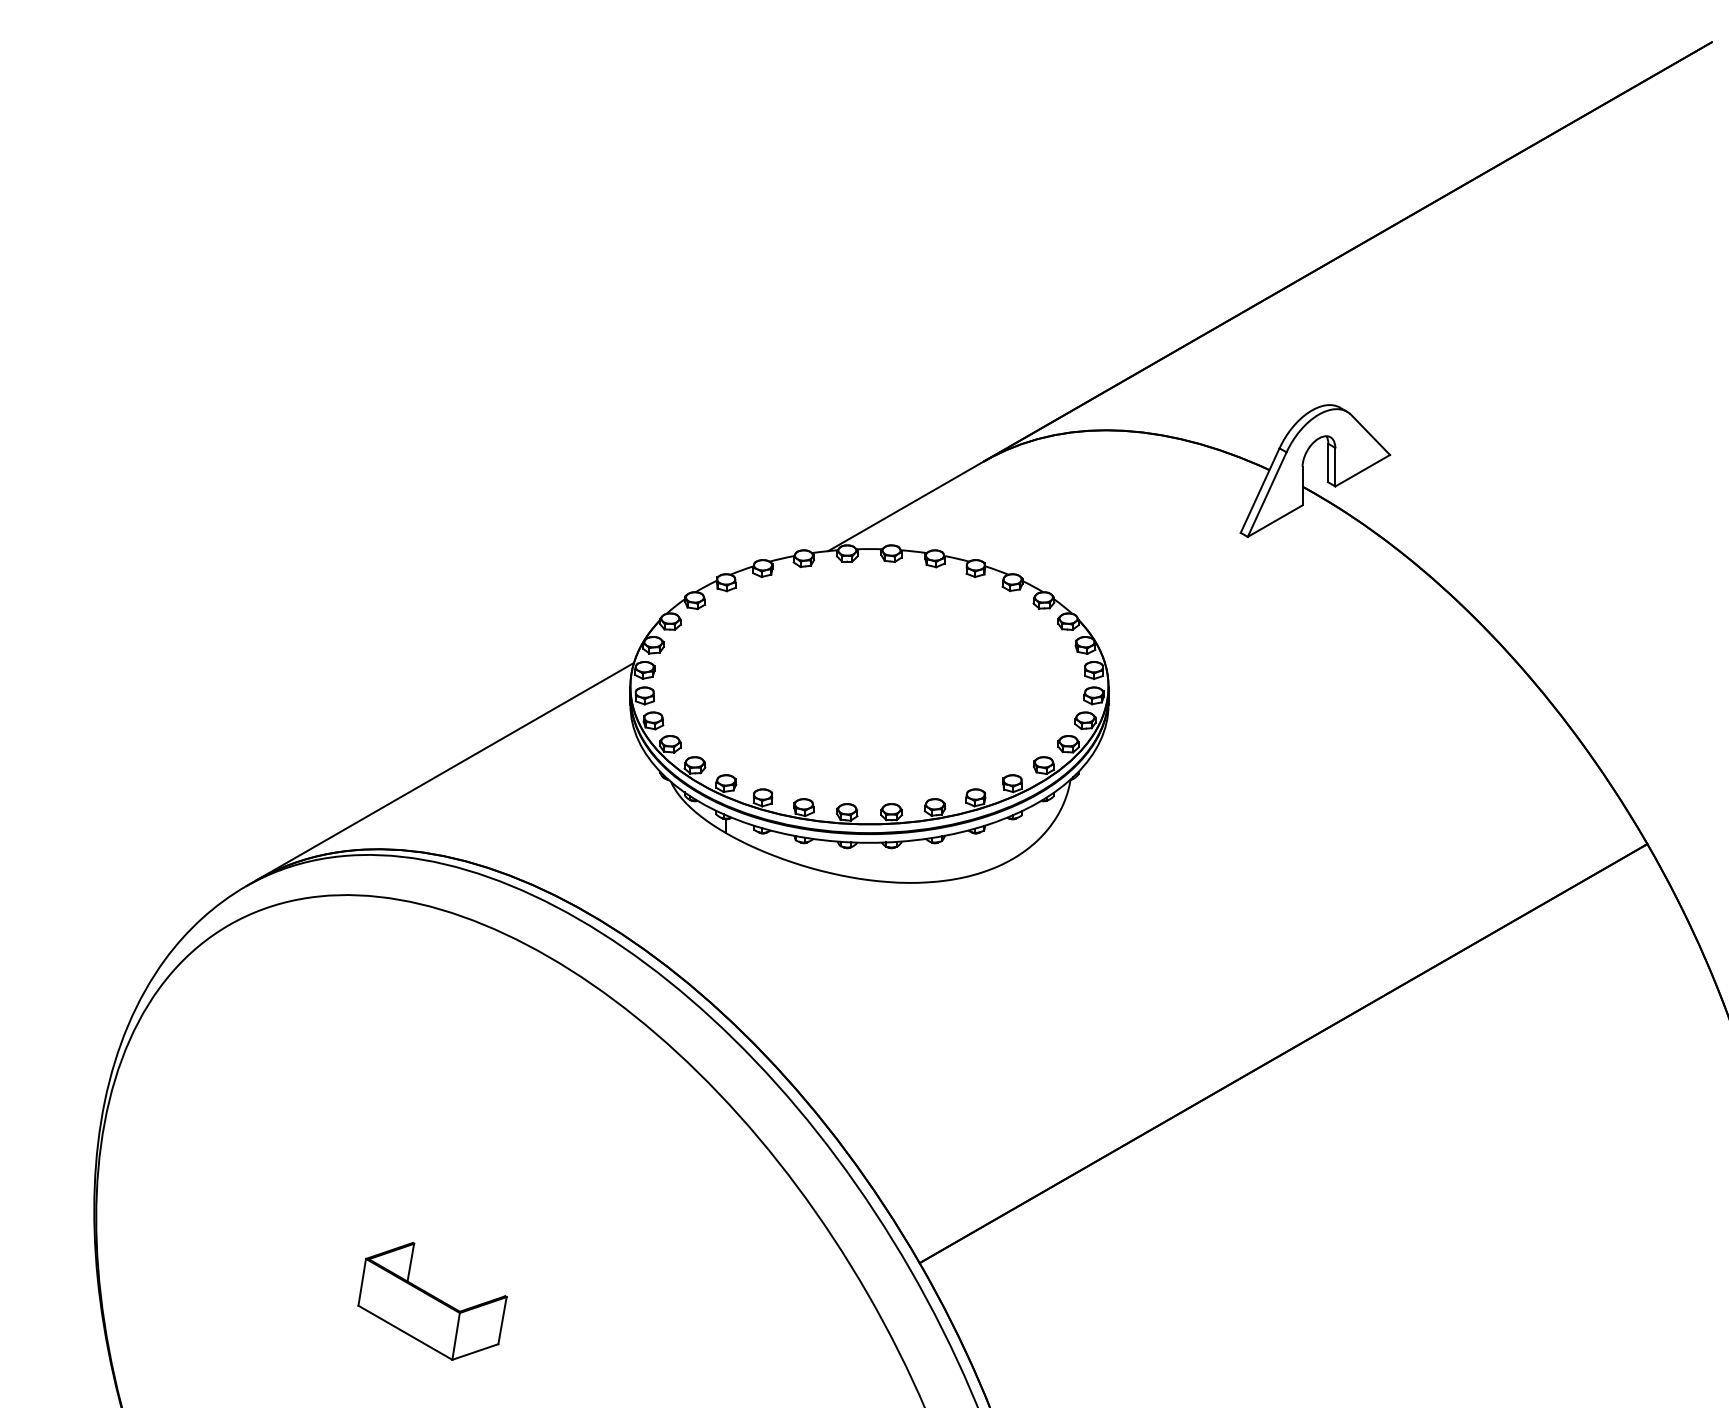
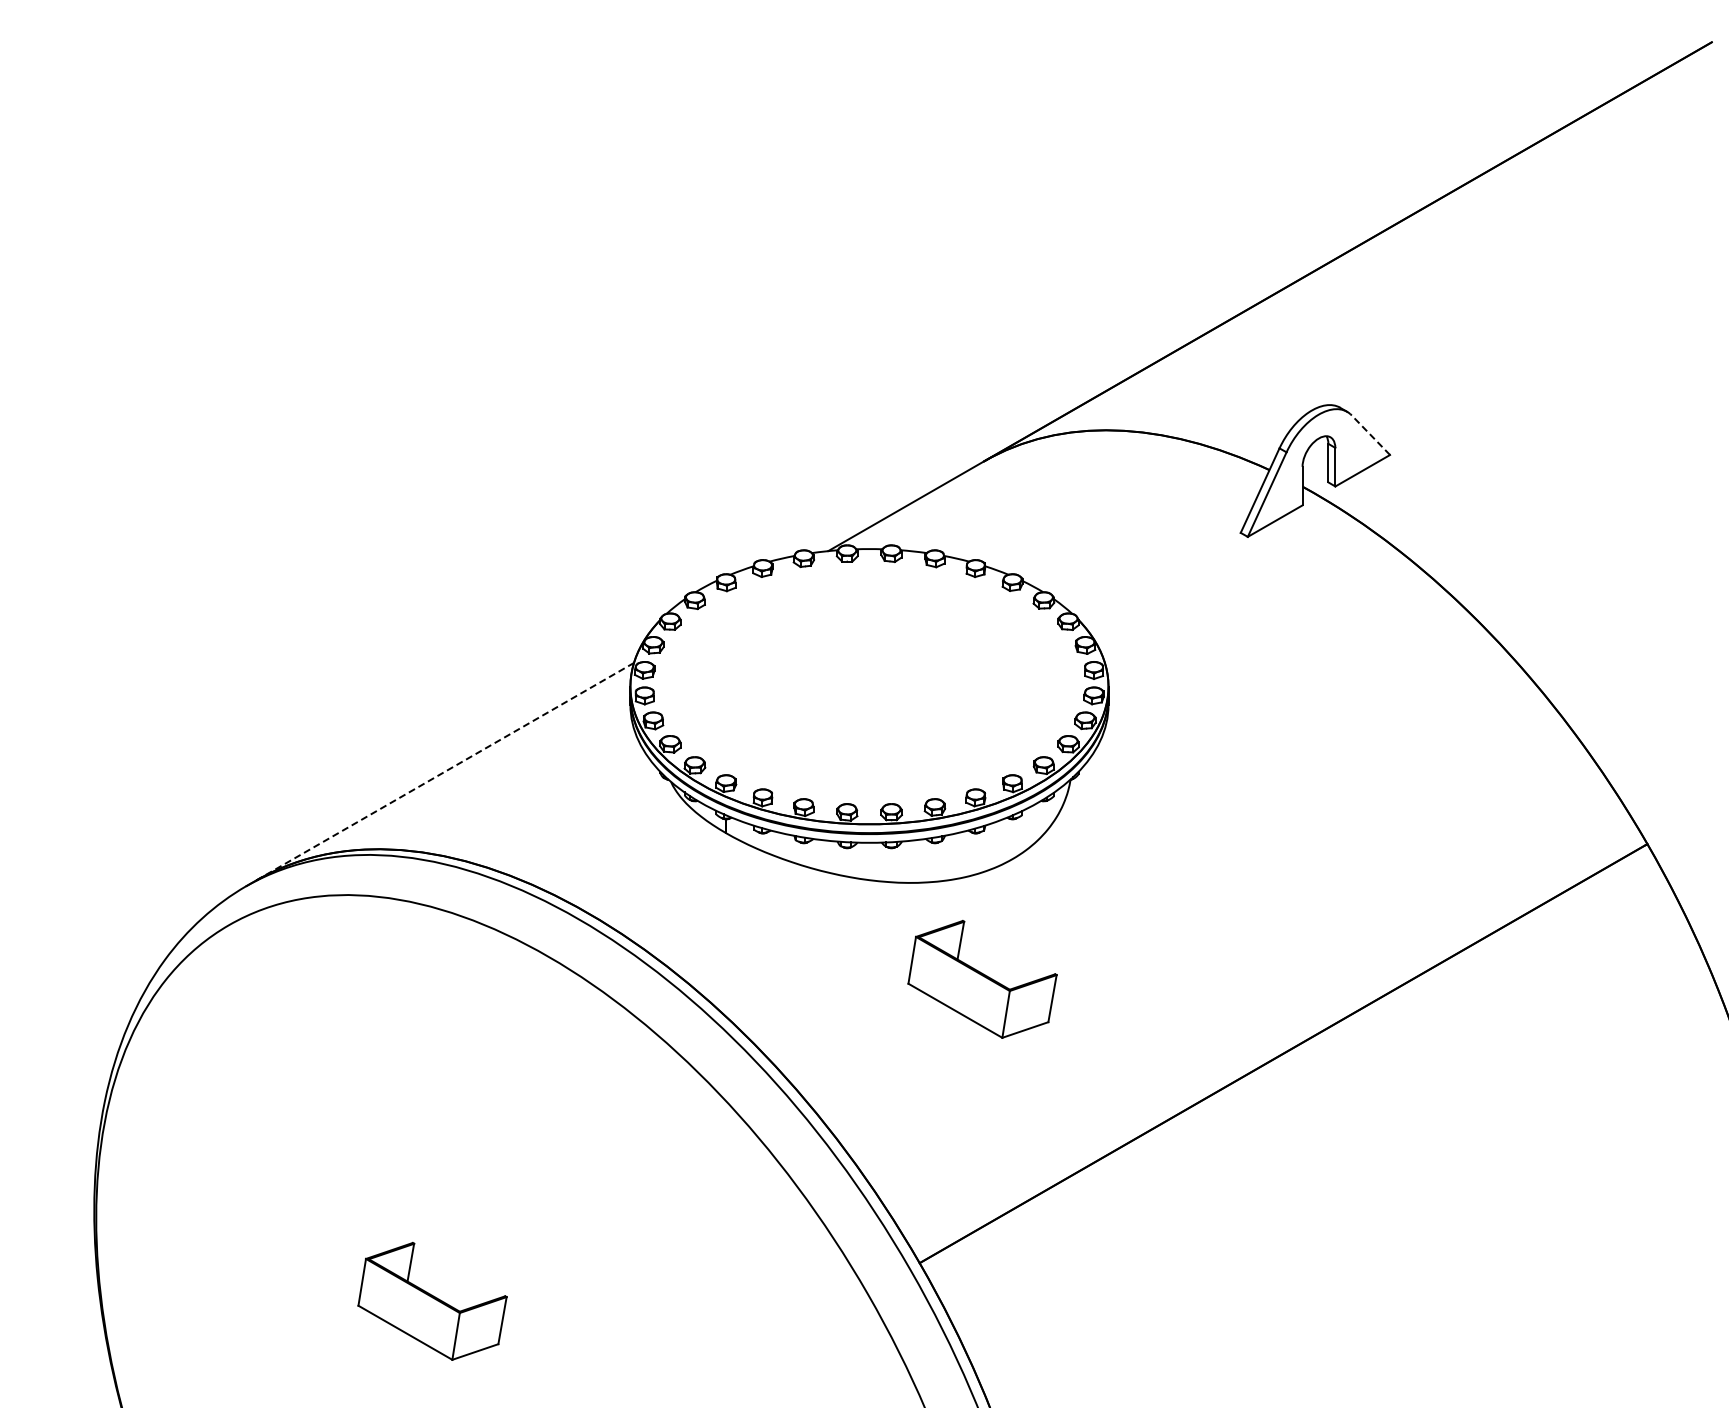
line at (1369, 434): solid -> dashed
line at (445, 771): solid -> dashed
part at (982, 978): none -> present
